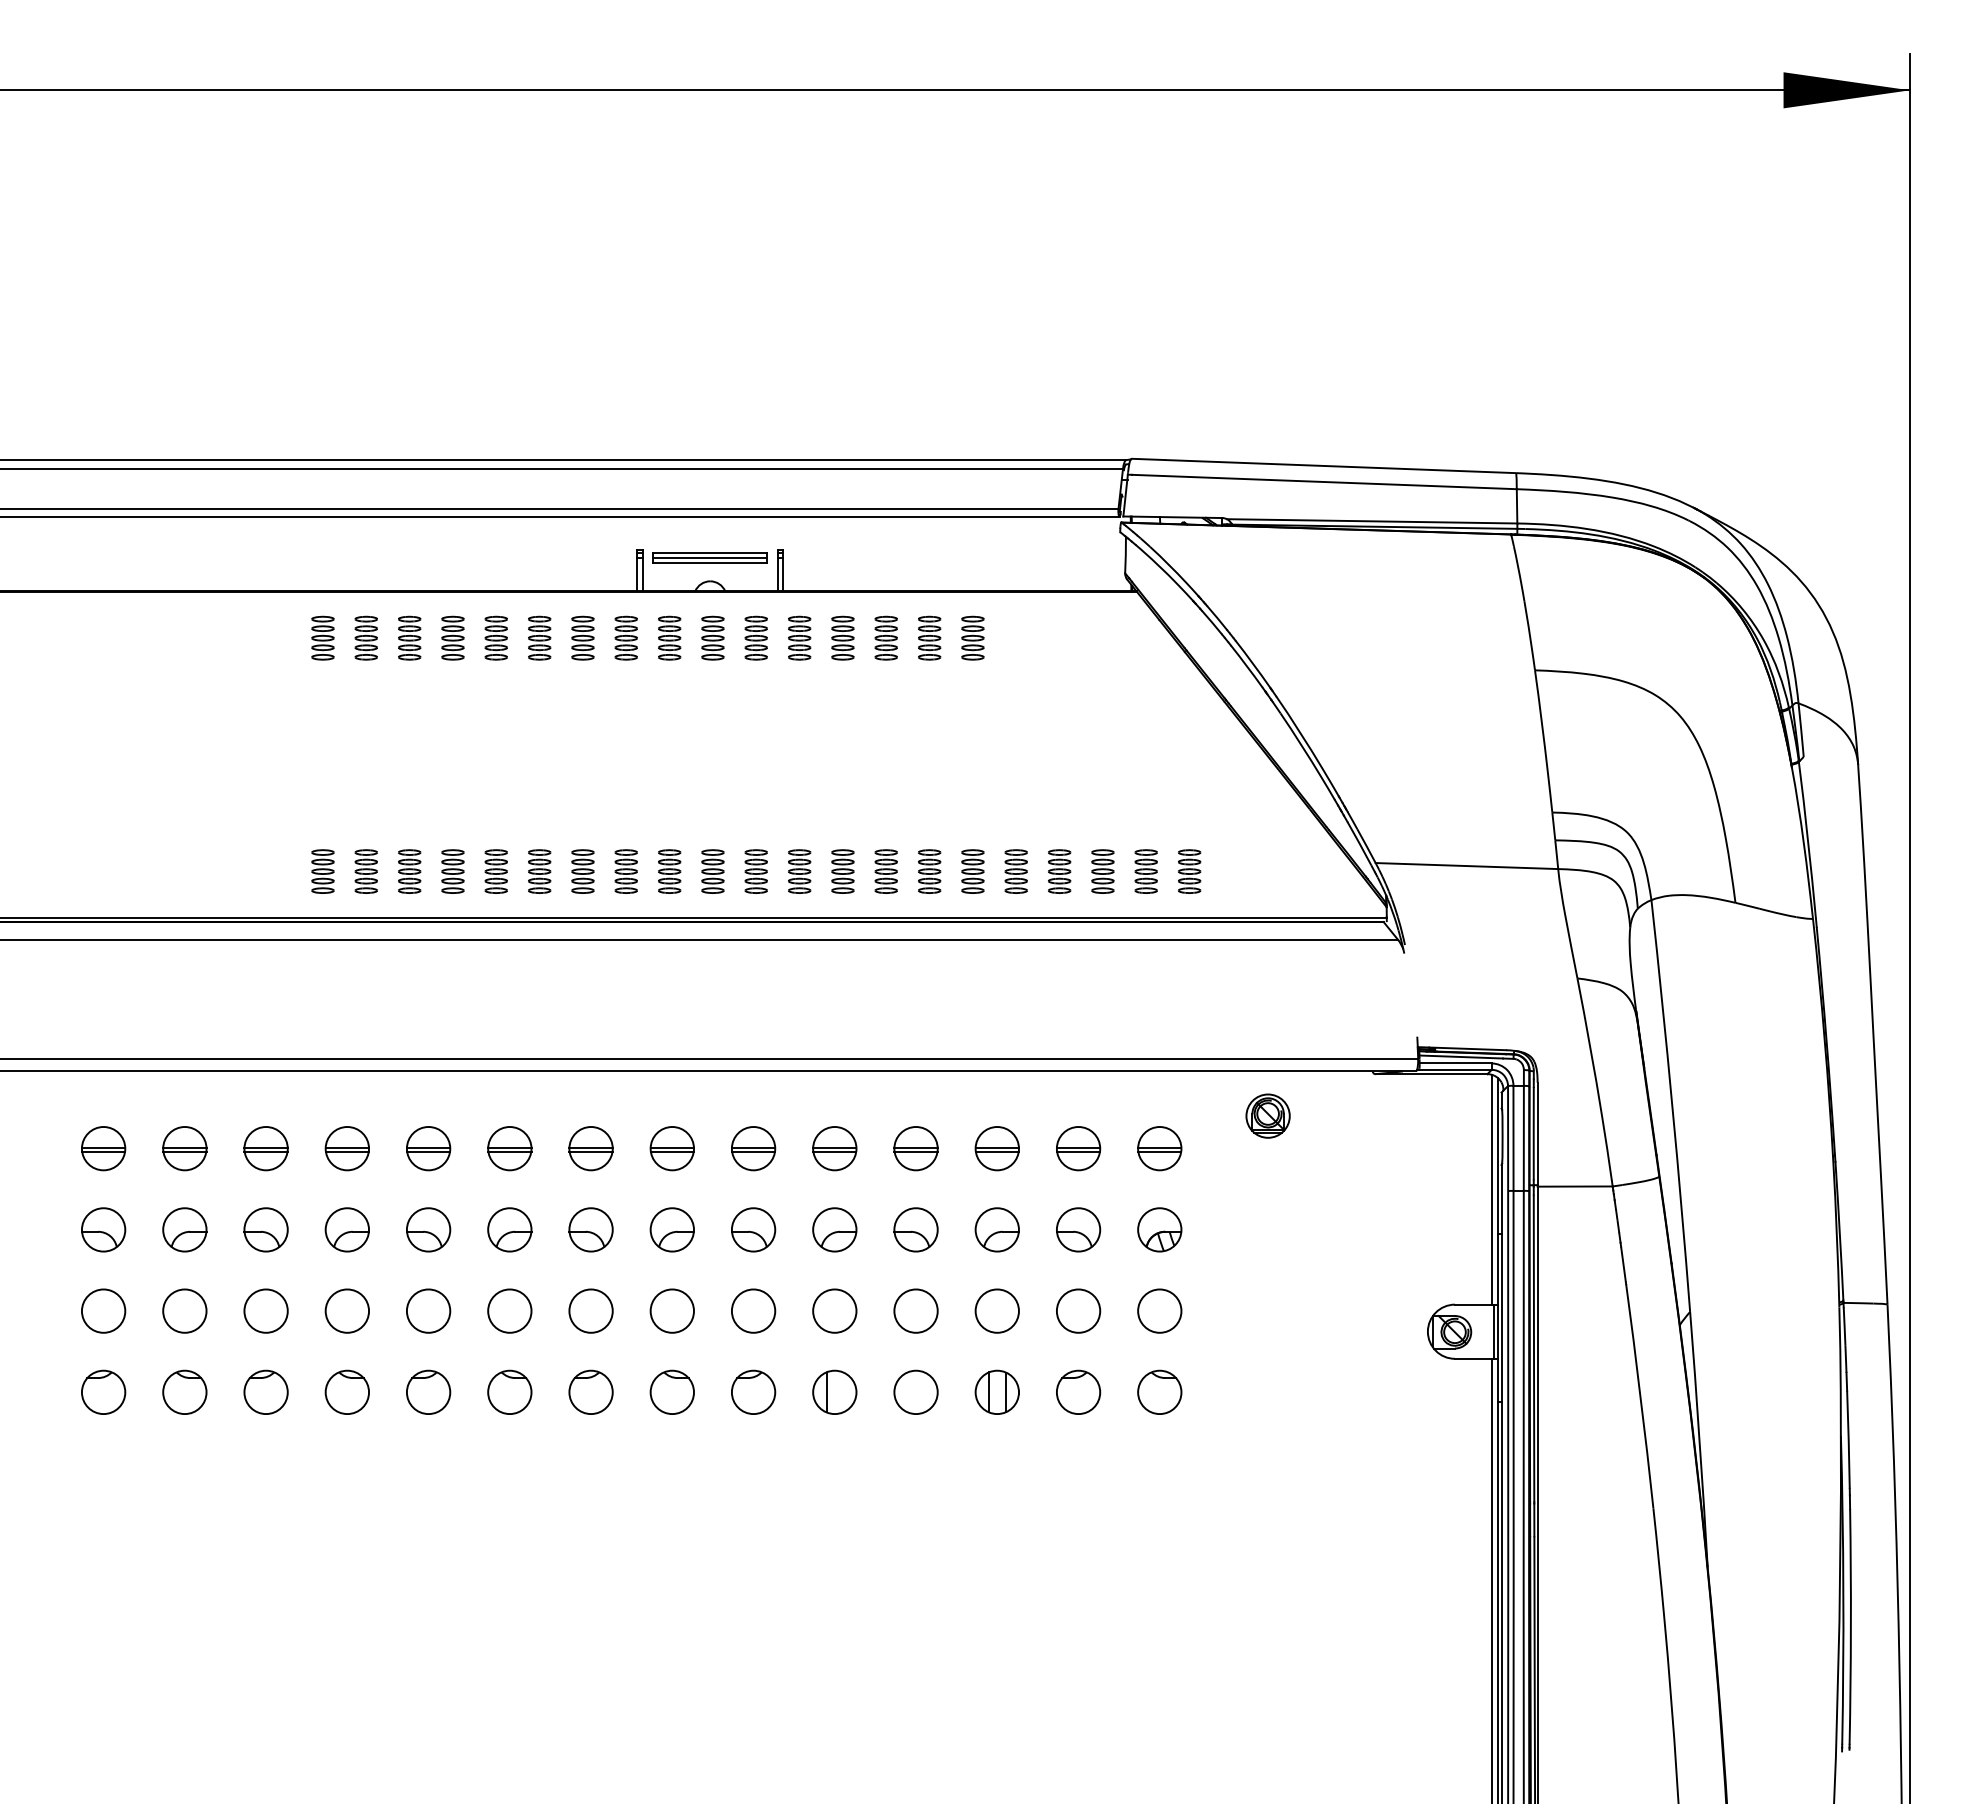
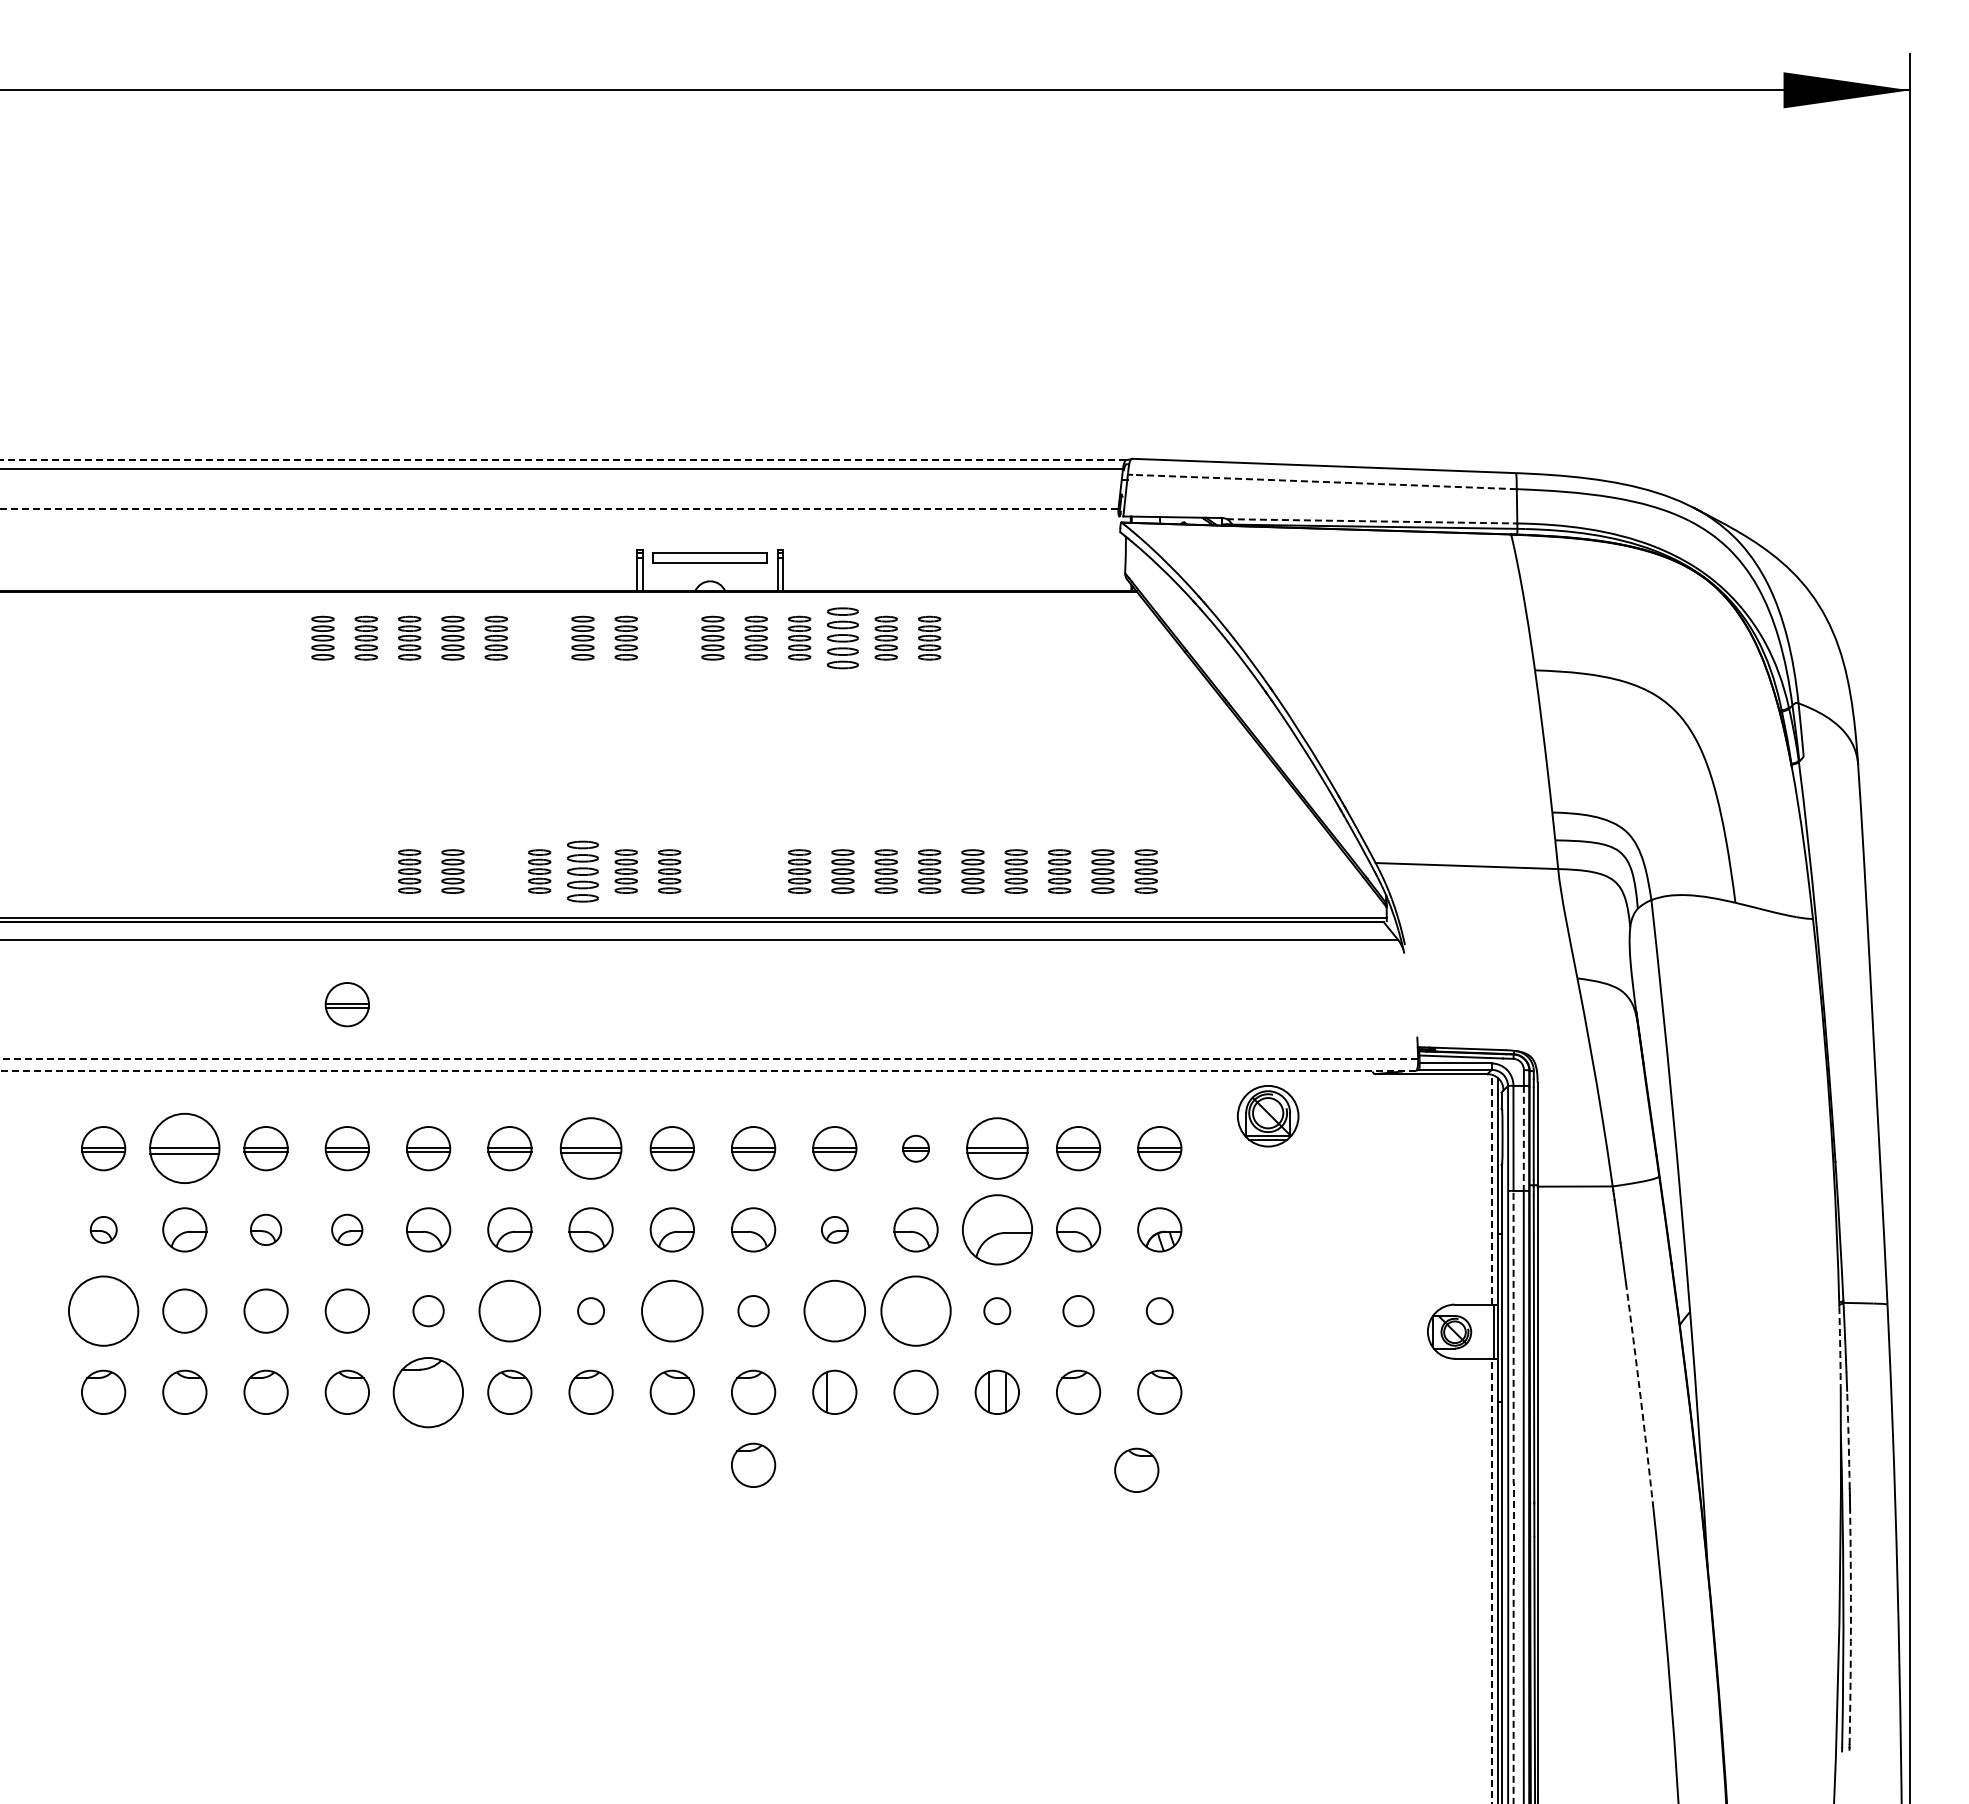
line at (563, 460): solid -> dashed
line at (1323, 482): solid -> dashed
line at (559, 509): solid -> dashed
line at (560, 516): present -> none
line at (1372, 521): solid -> dashed
line at (710, 558): present -> none
part at (539, 637): present -> none
part at (669, 637): present -> none
part at (842, 637) size: 24x46 px -> 32x63 px
part at (972, 637): present -> none
part at (322, 871): present -> none
part at (365, 871): present -> none
part at (495, 871): present -> none
part at (582, 871) size: 24x45 px -> 32x63 px
part at (712, 871): present -> none
part at (755, 871): present -> none
part at (1189, 871): present -> none
part at (346, 1004): none -> present
line at (709, 1058): solid -> dashed
line at (708, 1071): solid -> dashed
part at (1267, 1115) size: 46x46 px -> 63x63 px
line at (1523, 1138): solid -> dashed
part at (184, 1148) size: 46x46 px -> 72x72 px
part at (590, 1148) size: 46x46 px -> 64x63 px
part at (915, 1148) size: 46x46 px -> 28x29 px
part at (996, 1148) size: 46x46 px -> 63x63 px
line at (1491, 1189): solid -> dashed
part at (103, 1229) size: 46x46 px -> 29x28 px
part at (265, 1229) size: 46x46 px -> 33x33 px
part at (346, 1229) size: 46x46 px -> 33x33 px
part at (834, 1229) size: 46x46 px -> 28x28 px
part at (996, 1229) size: 46x46 px -> 71x72 px
circle at (103, 1310) diameter: 43 px -> 69 px
circle at (428, 1310) diameter: 43 px -> 30 px
circle at (509, 1310) diameter: 43 px -> 61 px
circle at (590, 1310) diameter: 43 px -> 26 px
circle at (672, 1310) diameter: 43 px -> 61 px
circle at (753, 1310) diameter: 43 px -> 30 px
circle at (834, 1310) diameter: 43 px -> 61 px
circle at (915, 1310) diameter: 43 px -> 69 px
circle at (996, 1310) diameter: 43 px -> 26 px
circle at (1078, 1310) diameter: 43 px -> 30 px
circle at (1159, 1310) diameter: 43 px -> 26 px
arc at (1840, 1349): solid -> dashed
part at (428, 1391) size: 46x46 px -> 72x72 px
arc at (1640, 1396): solid -> dashed
arc at (1848, 1439): solid -> dashed
part at (753, 1464): none -> present
part at (1136, 1469): none -> present
arc at (1513, 1497): solid -> dashed
line at (1491, 1580): solid -> dashed
arc at (1850, 1626): solid -> dashed
